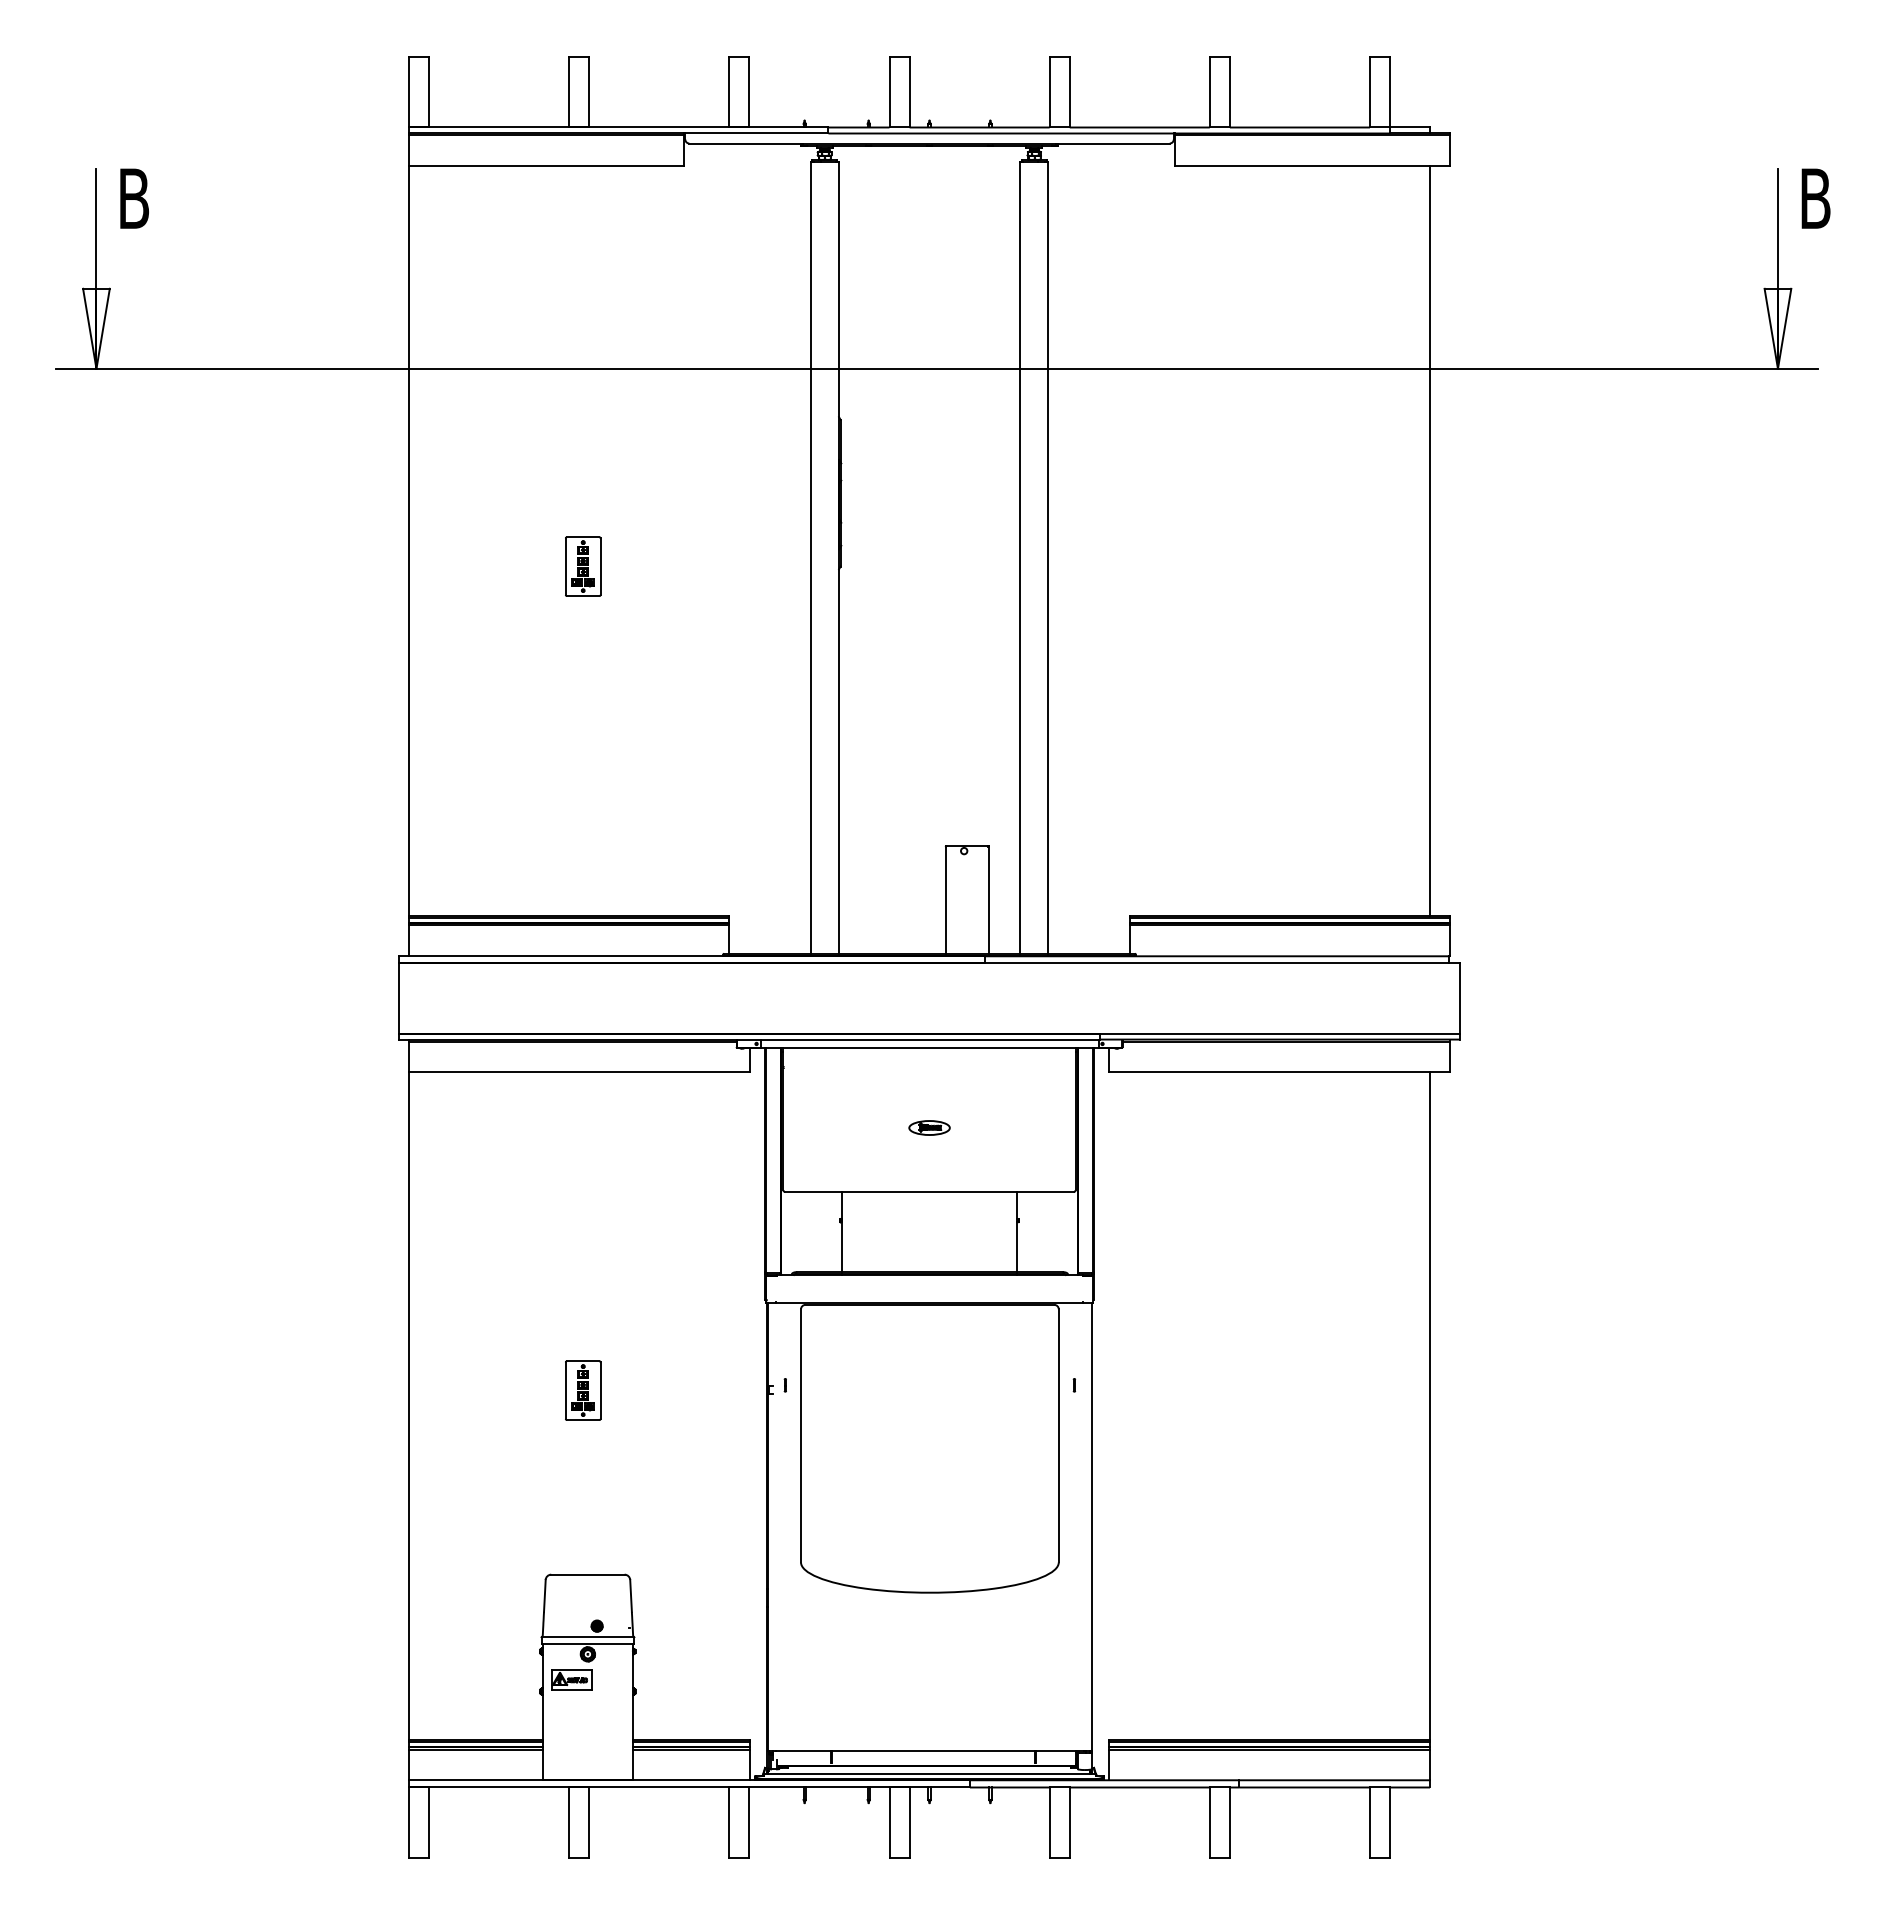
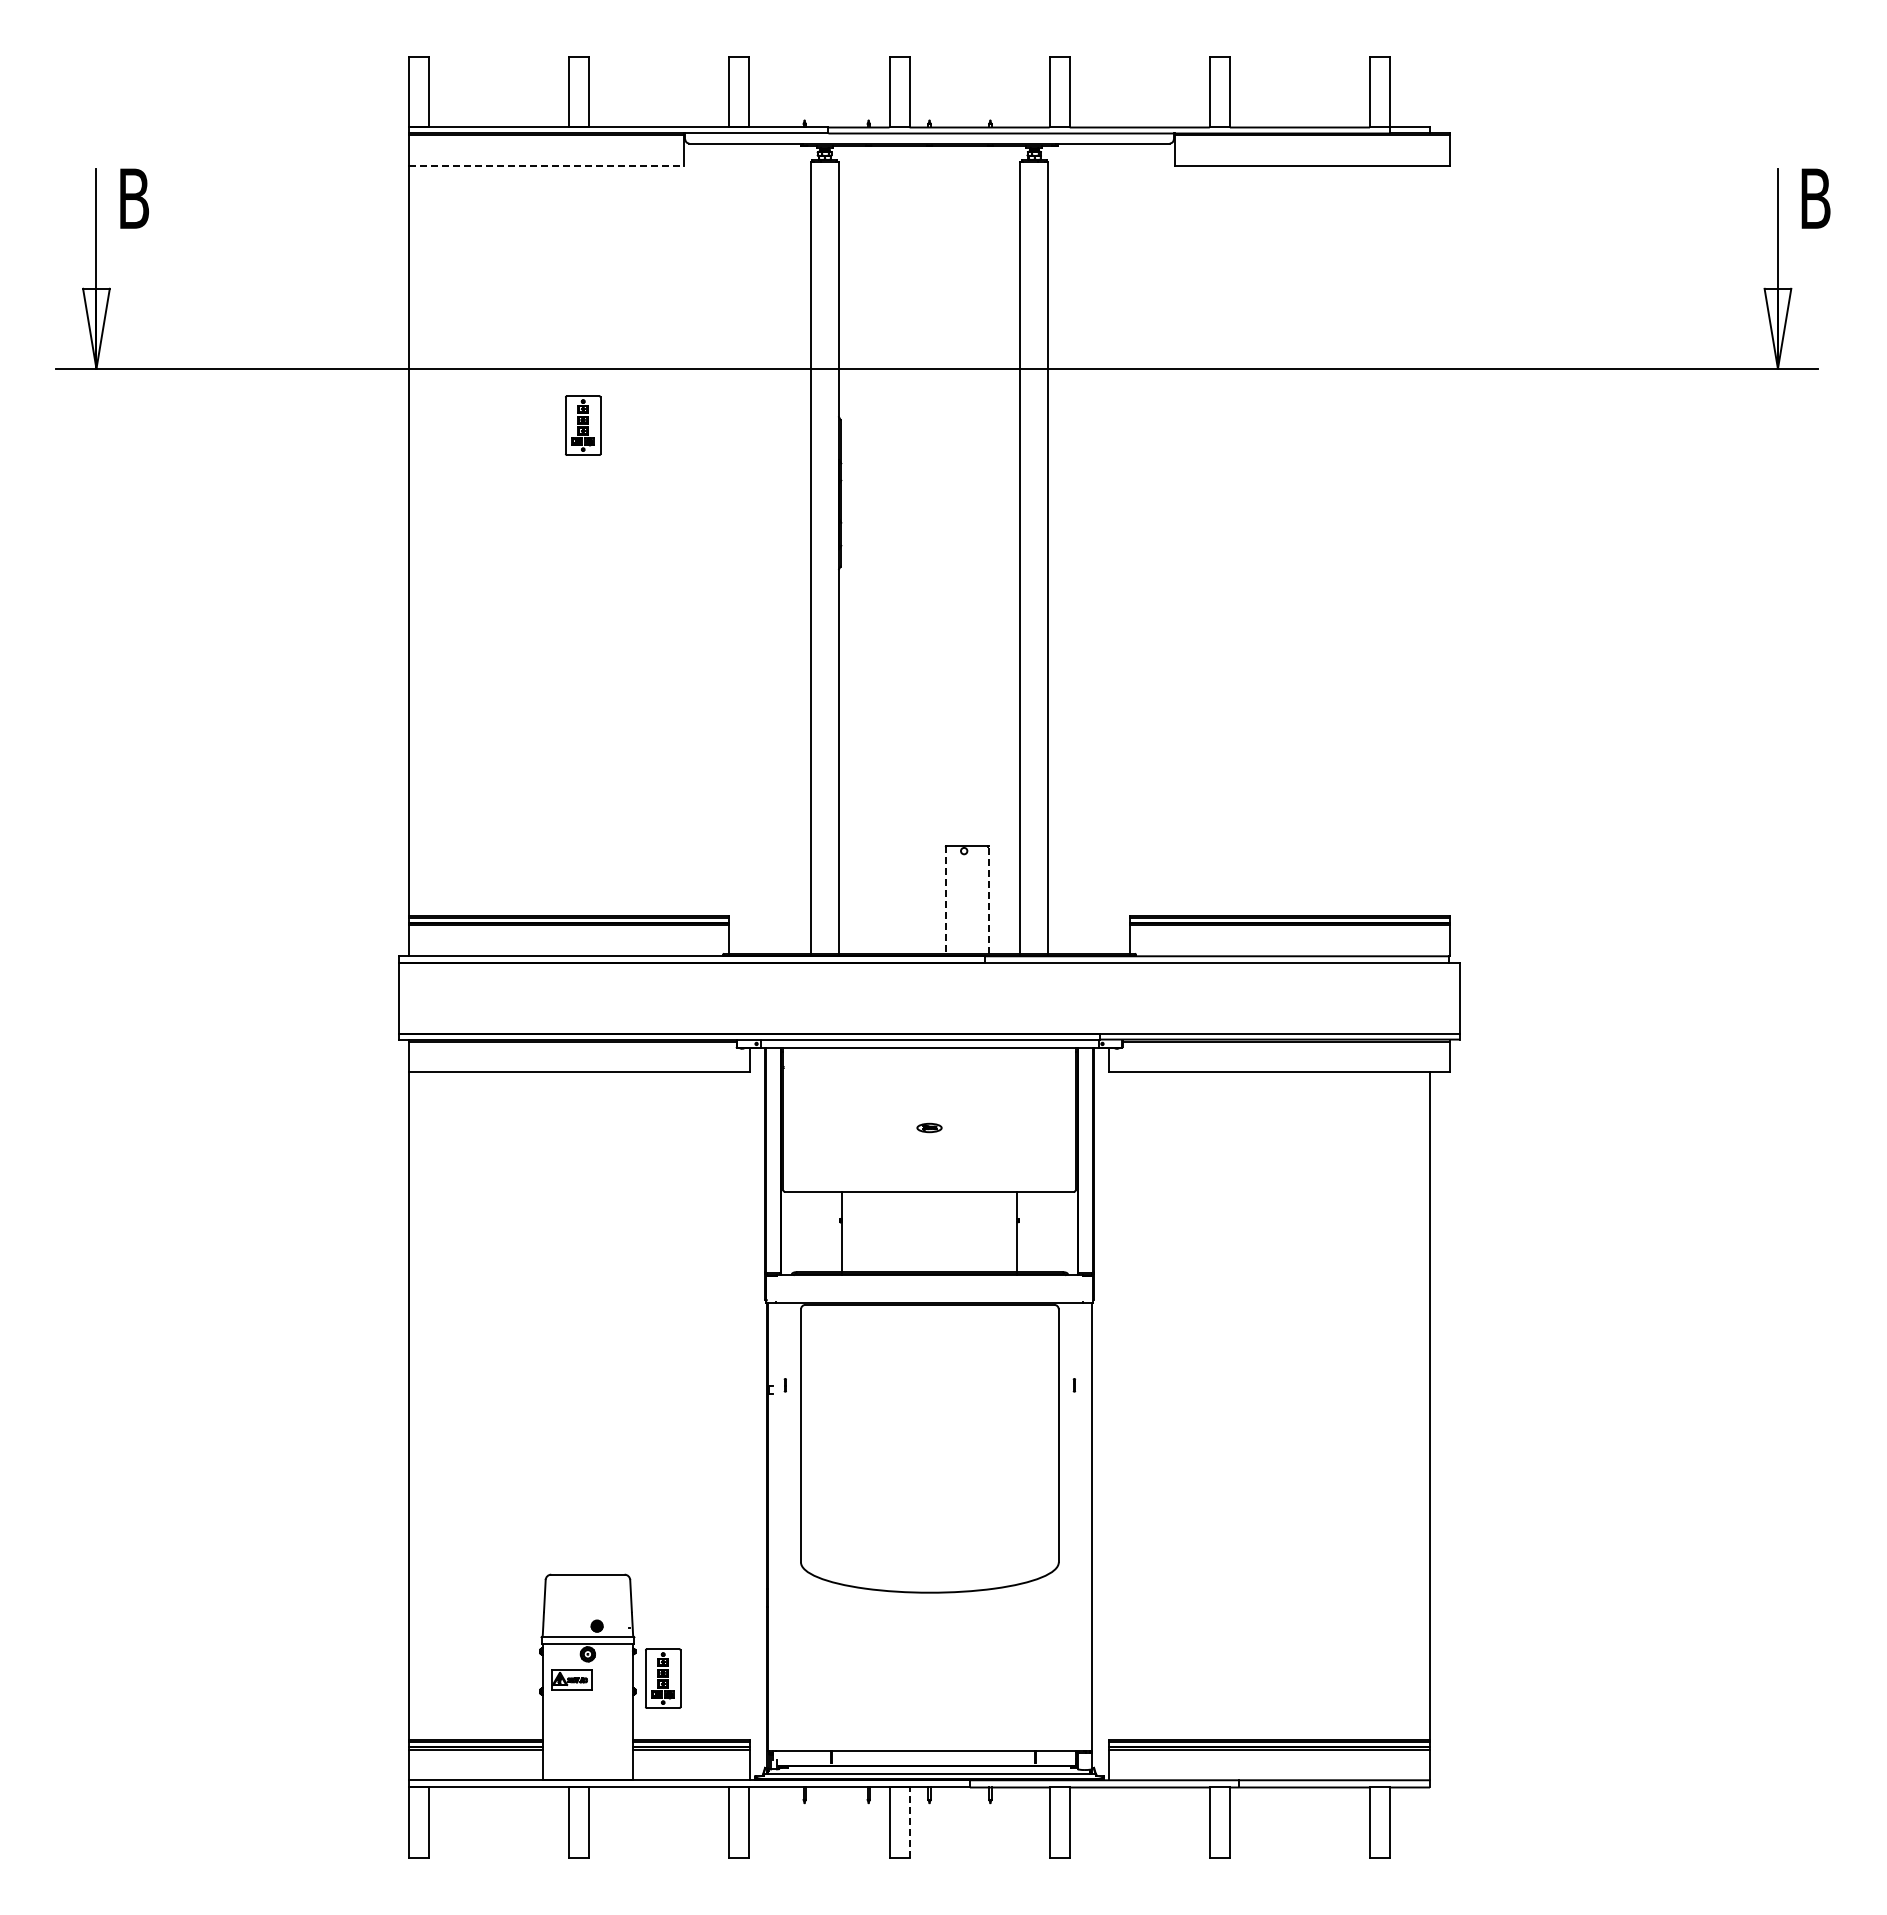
line at (546, 165): solid -> dashed
line at (1430, 540): present -> none
part at (583, 566) position: (583, 566) -> (583, 425)
line at (945, 899): solid -> dashed
line at (988, 899): solid -> dashed
part at (929, 1127) size: 43x16 px -> 27x12 px
part at (583, 1390) position: (583, 1390) -> (663, 1678)
line at (909, 1822): solid -> dashed
